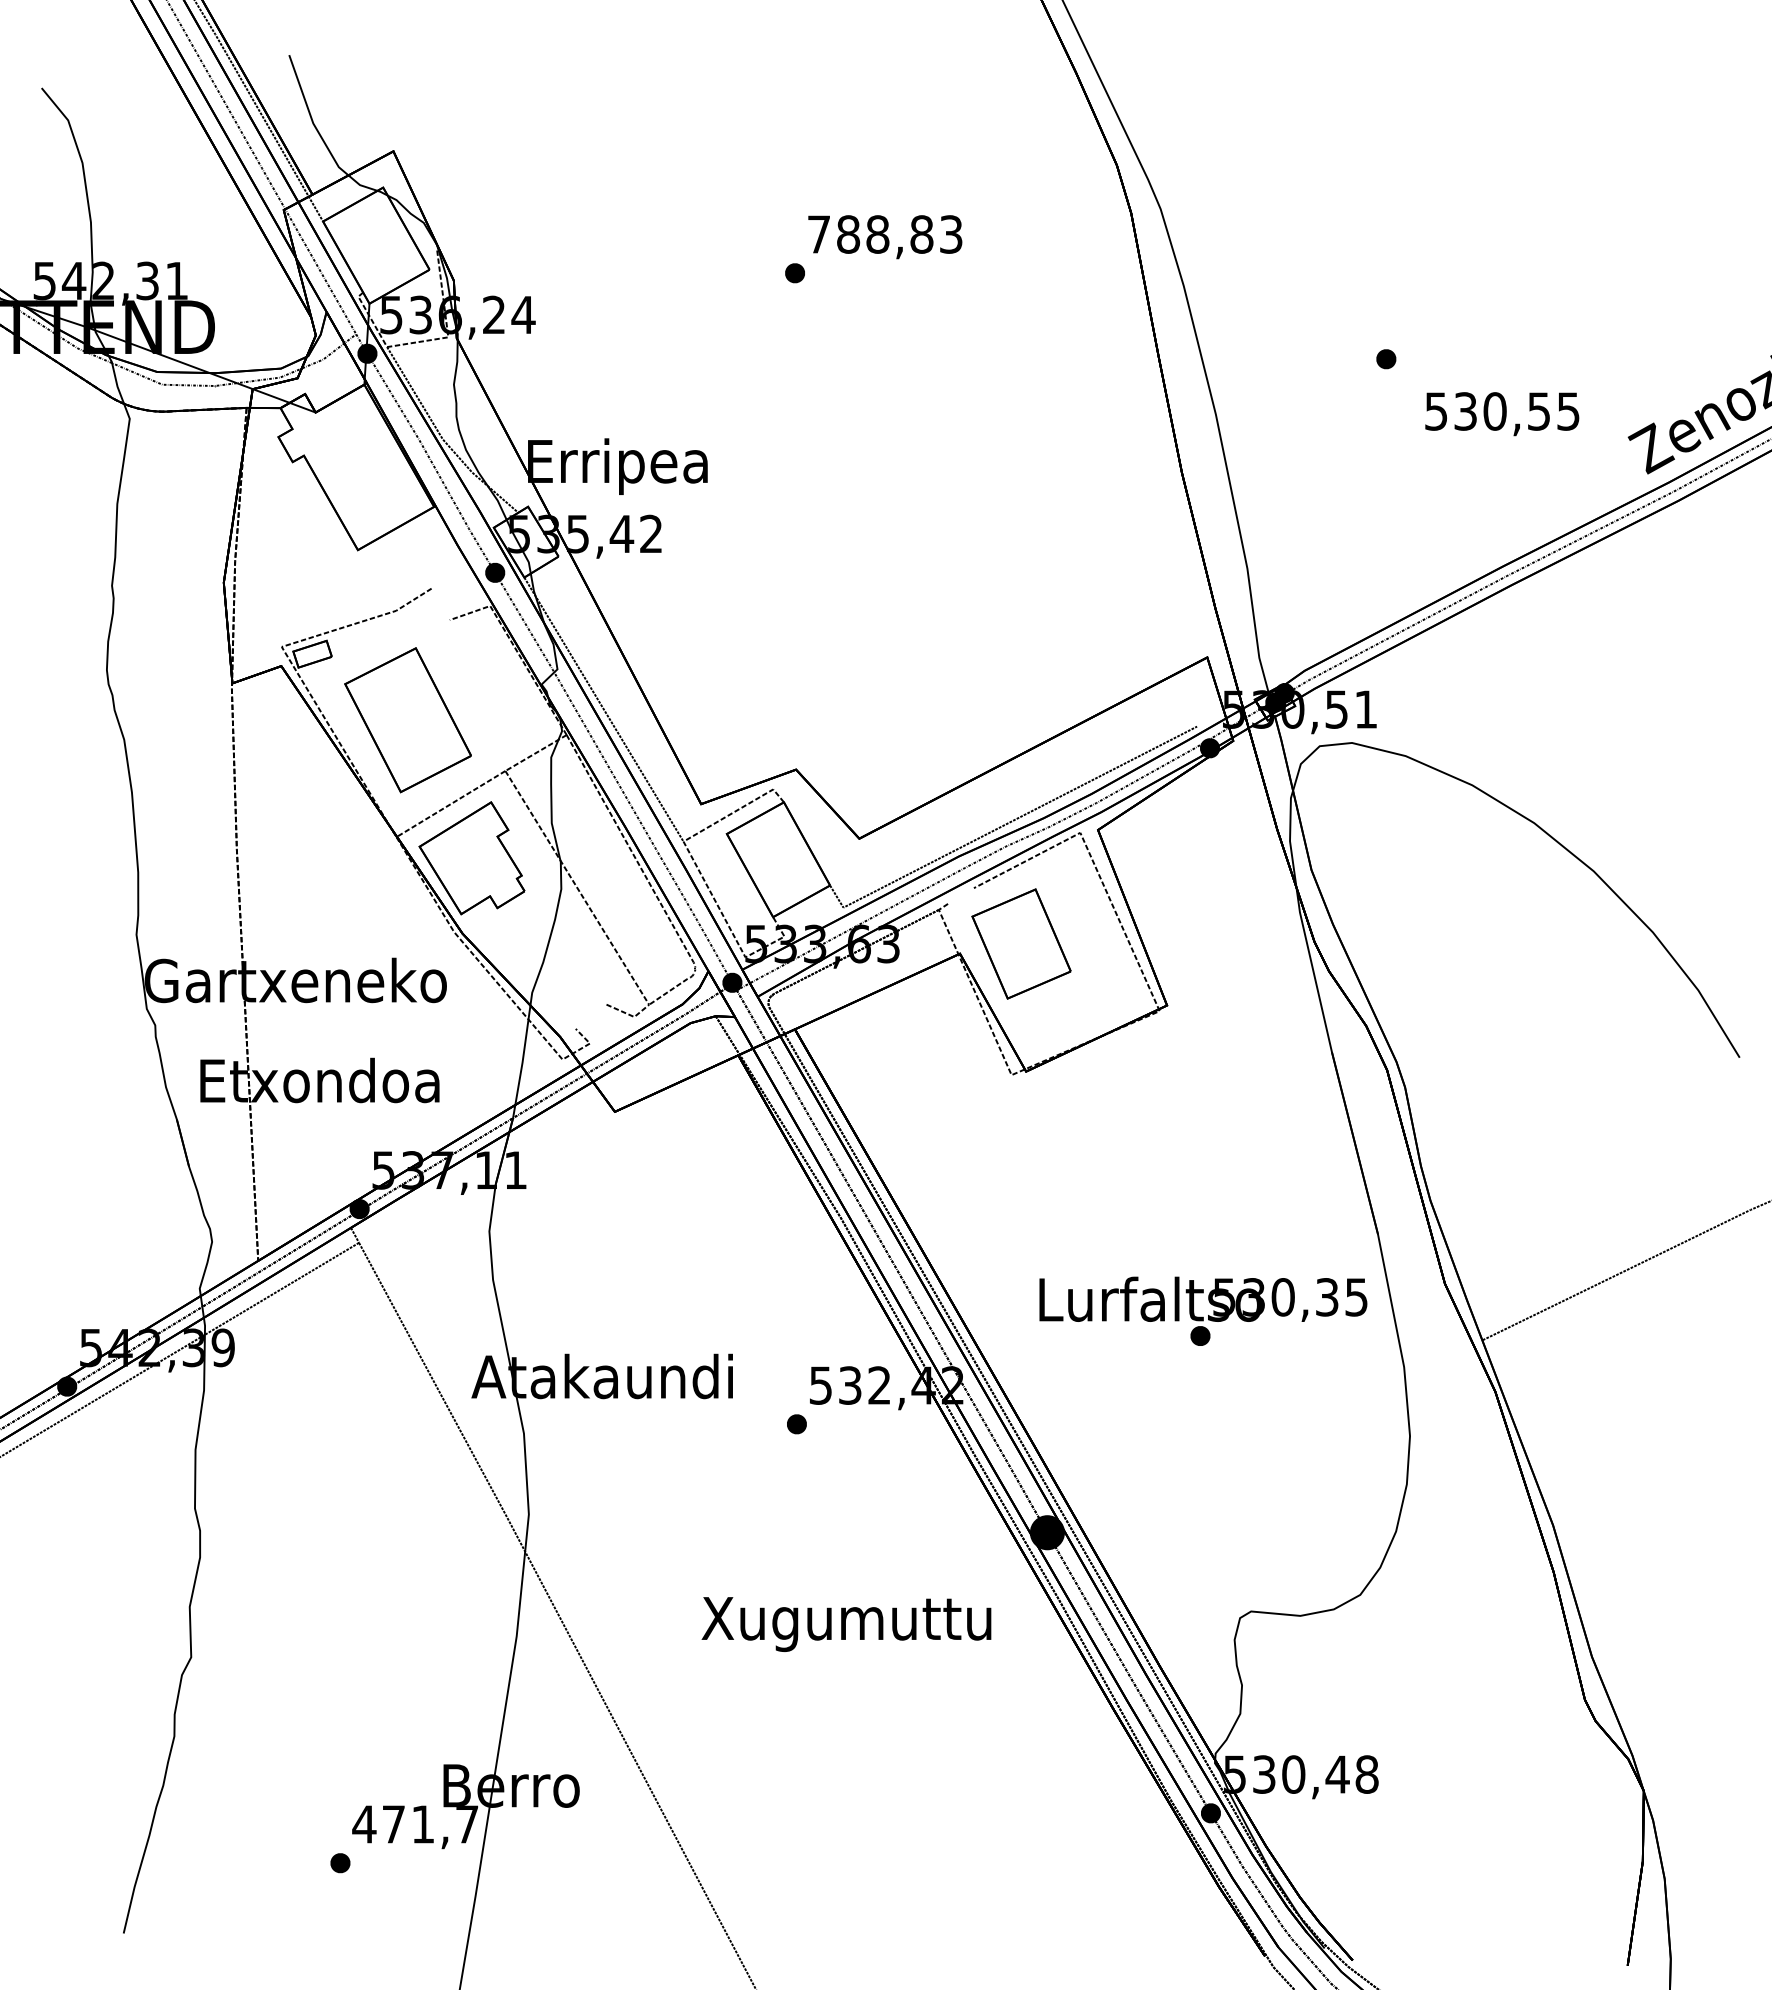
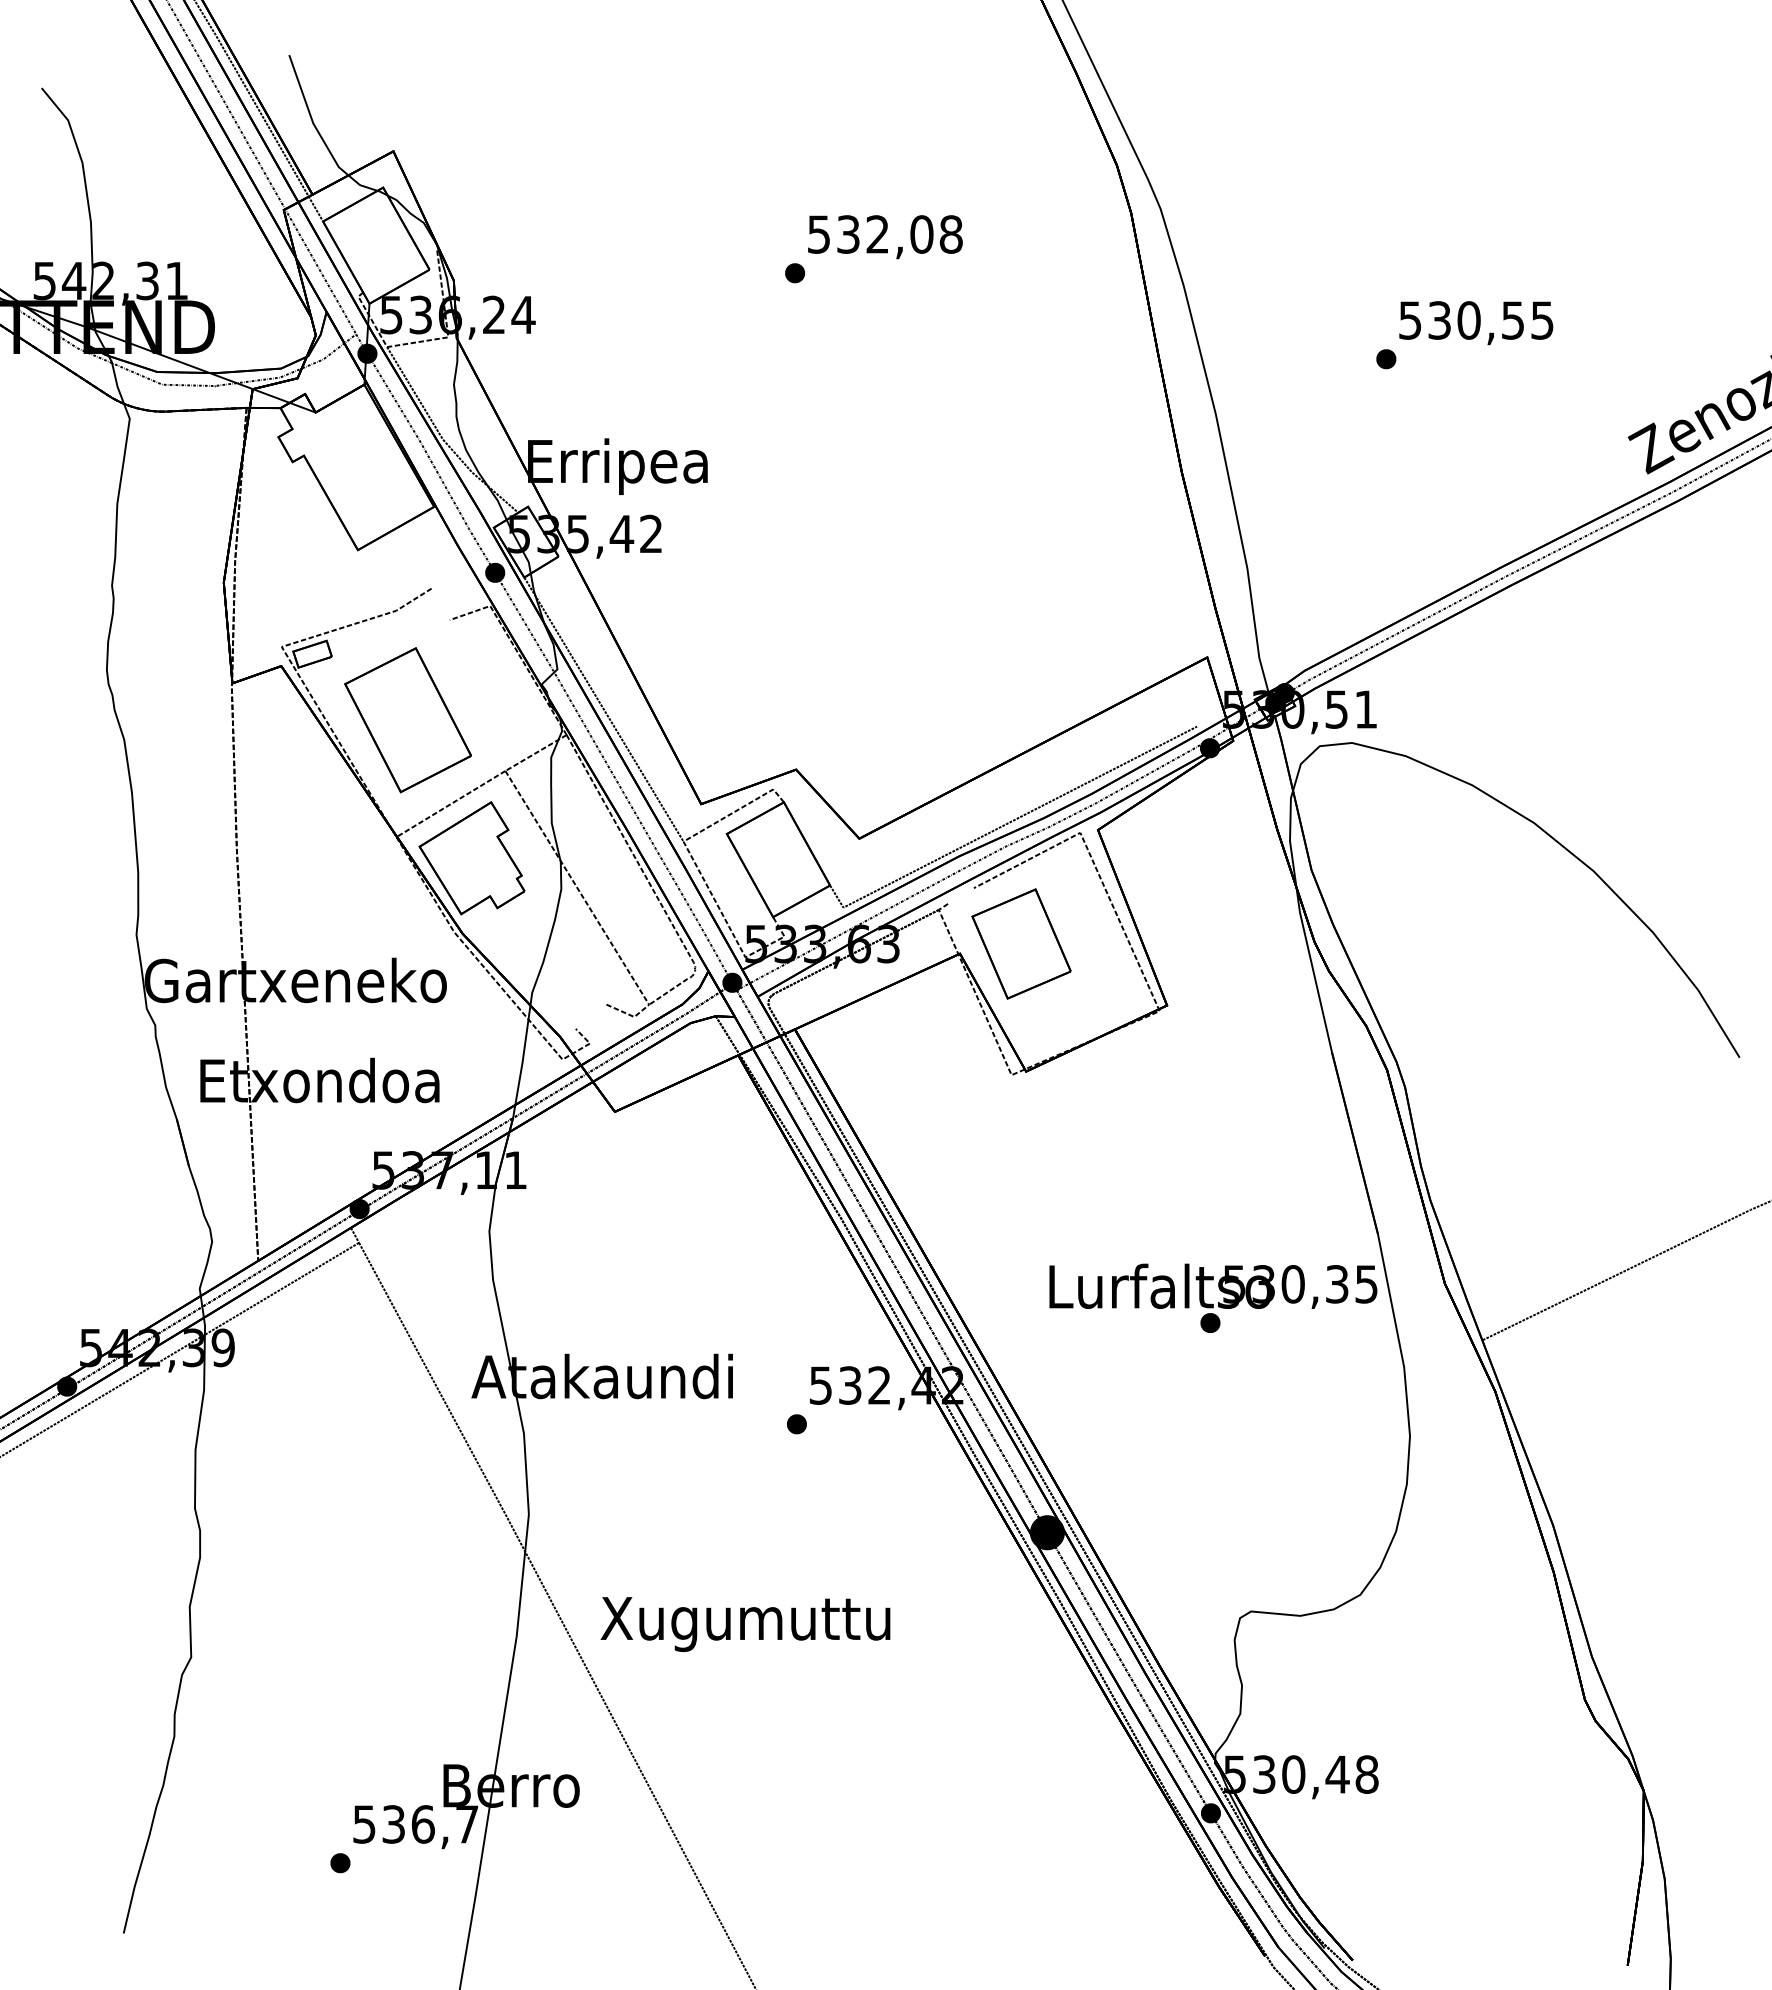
text at (885, 234): 788,83 -> 532,08
text at (1502, 414) position: (1502, 414) -> (1476, 323)
text at (1203, 1310) position: (1203, 1310) -> (1213, 1297)
text at (846, 1624) position: (846, 1624) -> (745, 1624)
text at (393, 1824): 471,7 -> 536,7
